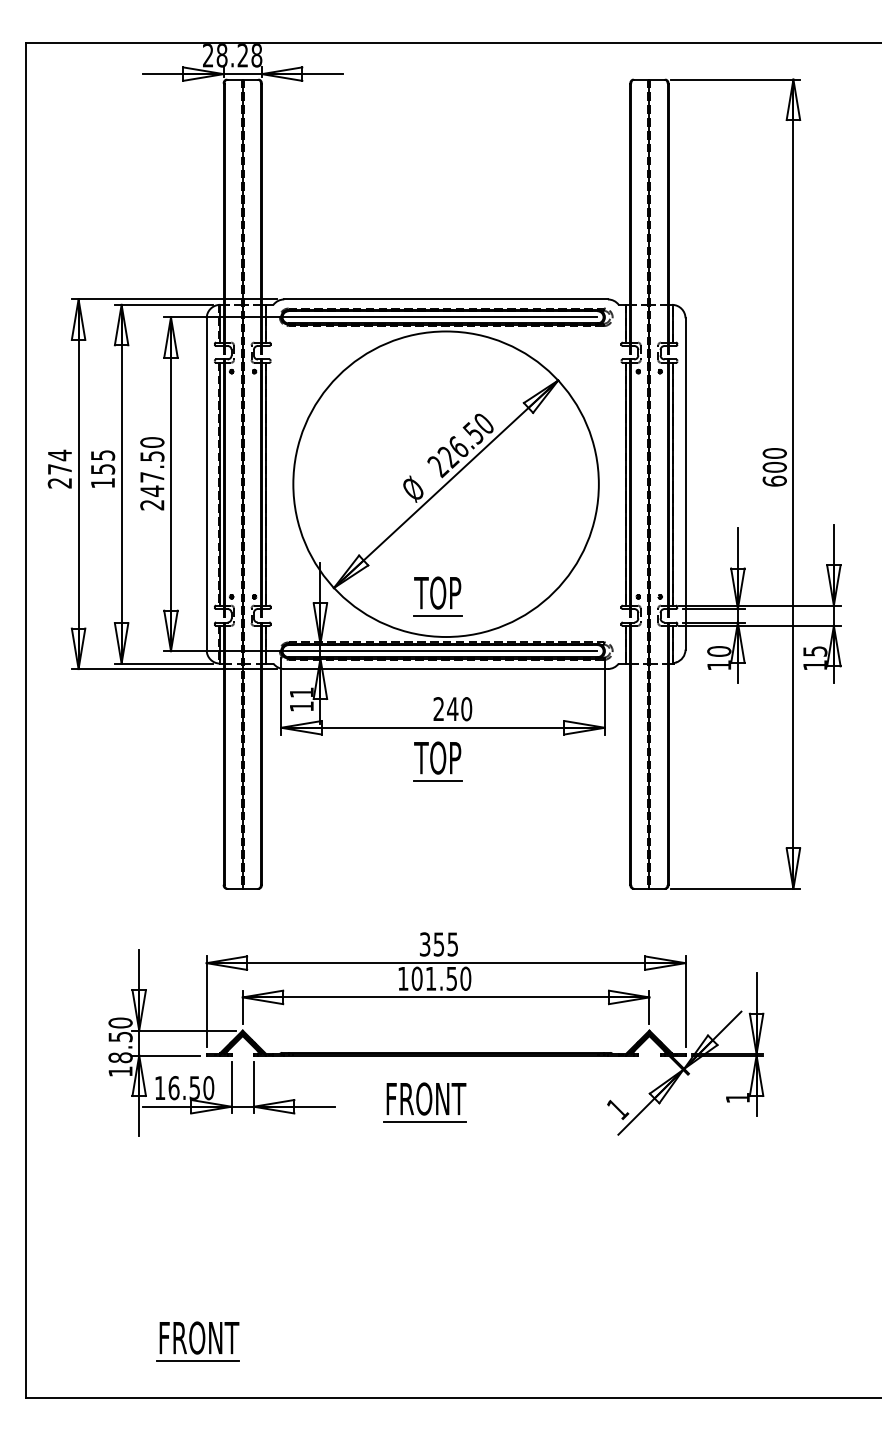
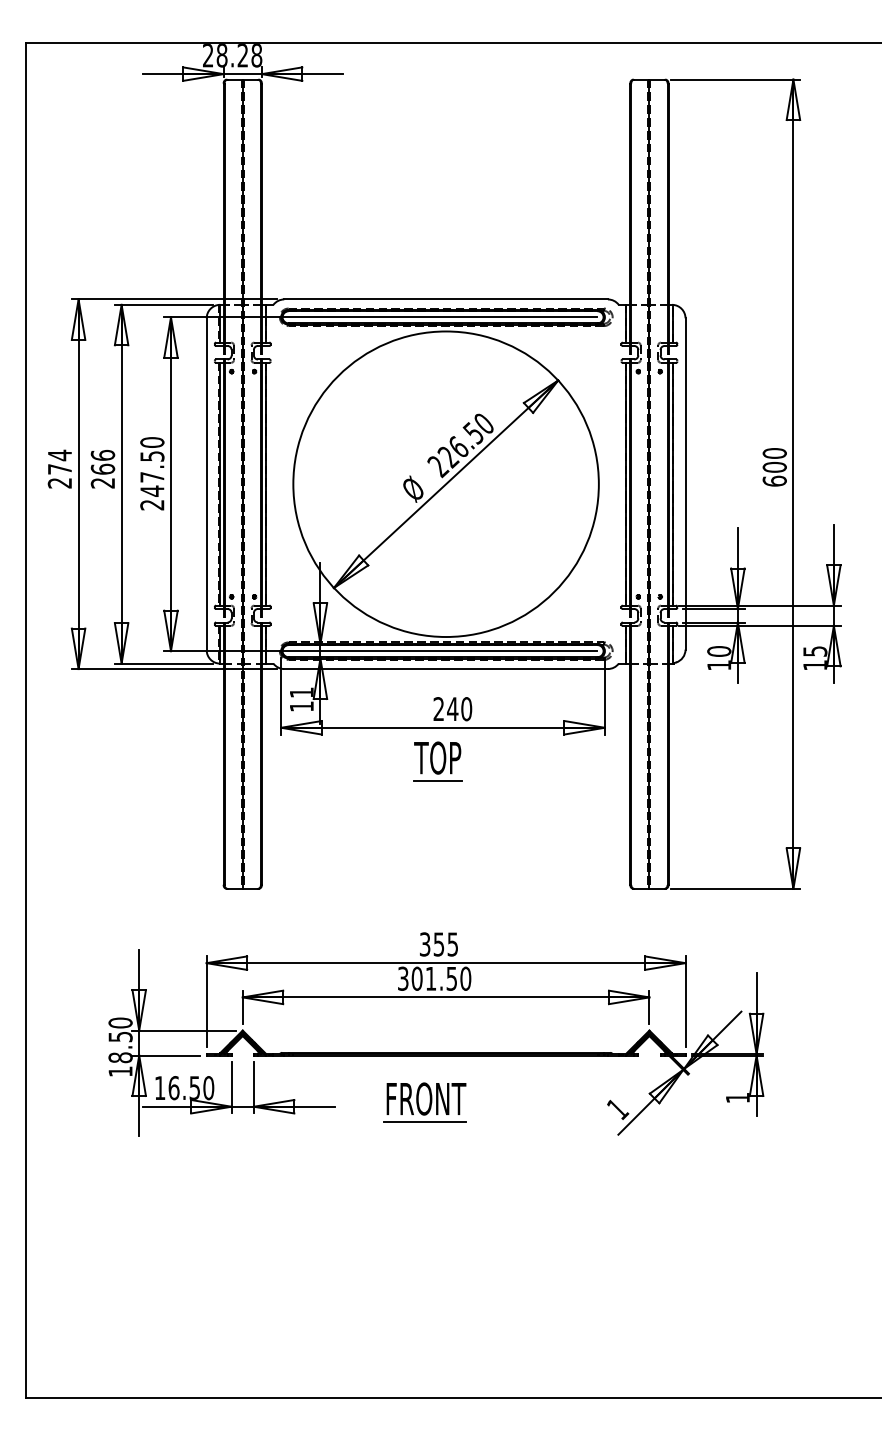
text at (102, 468): 155 -> 266
part at (437, 596): present -> none
text at (403, 978): 101.50 -> 301.50
part at (197, 1341): present -> none
